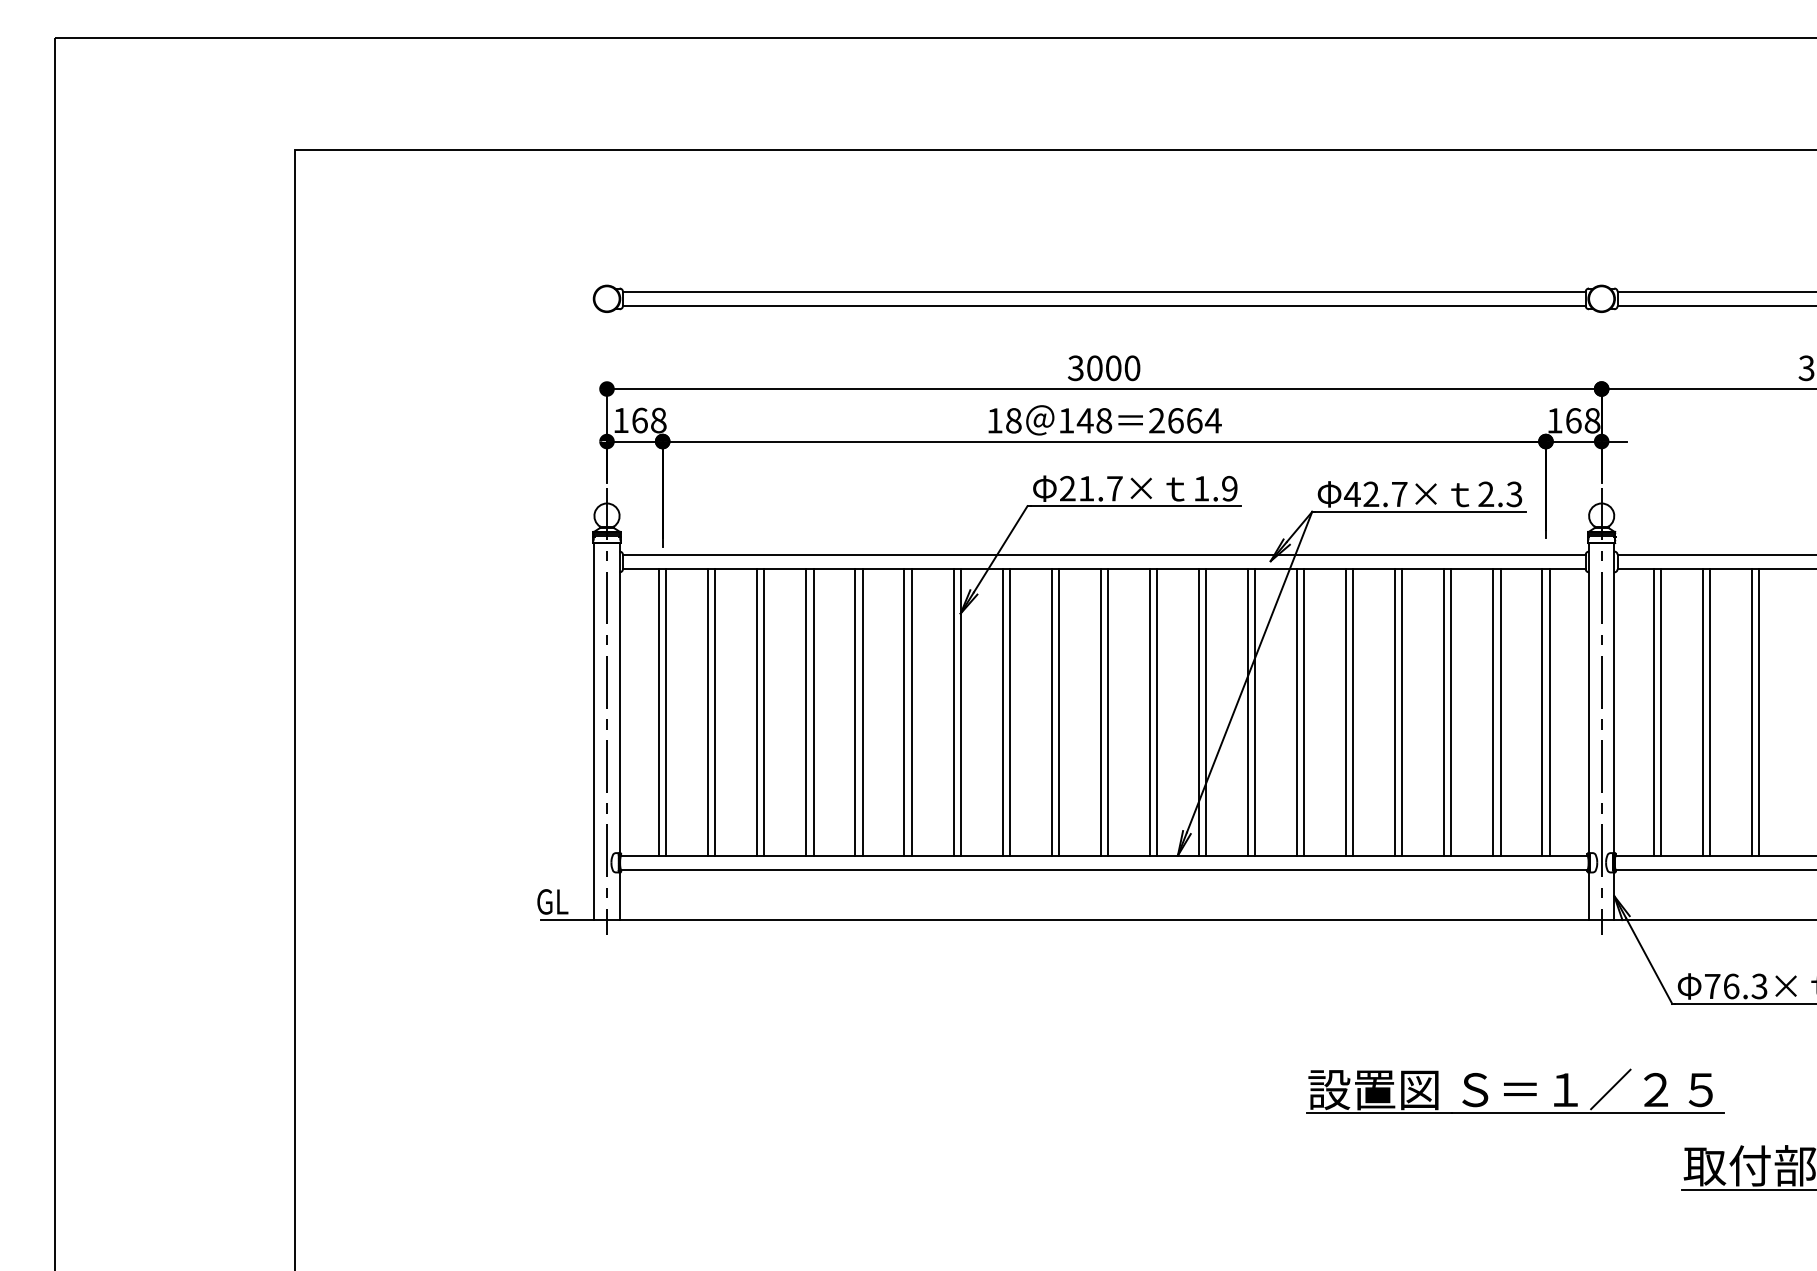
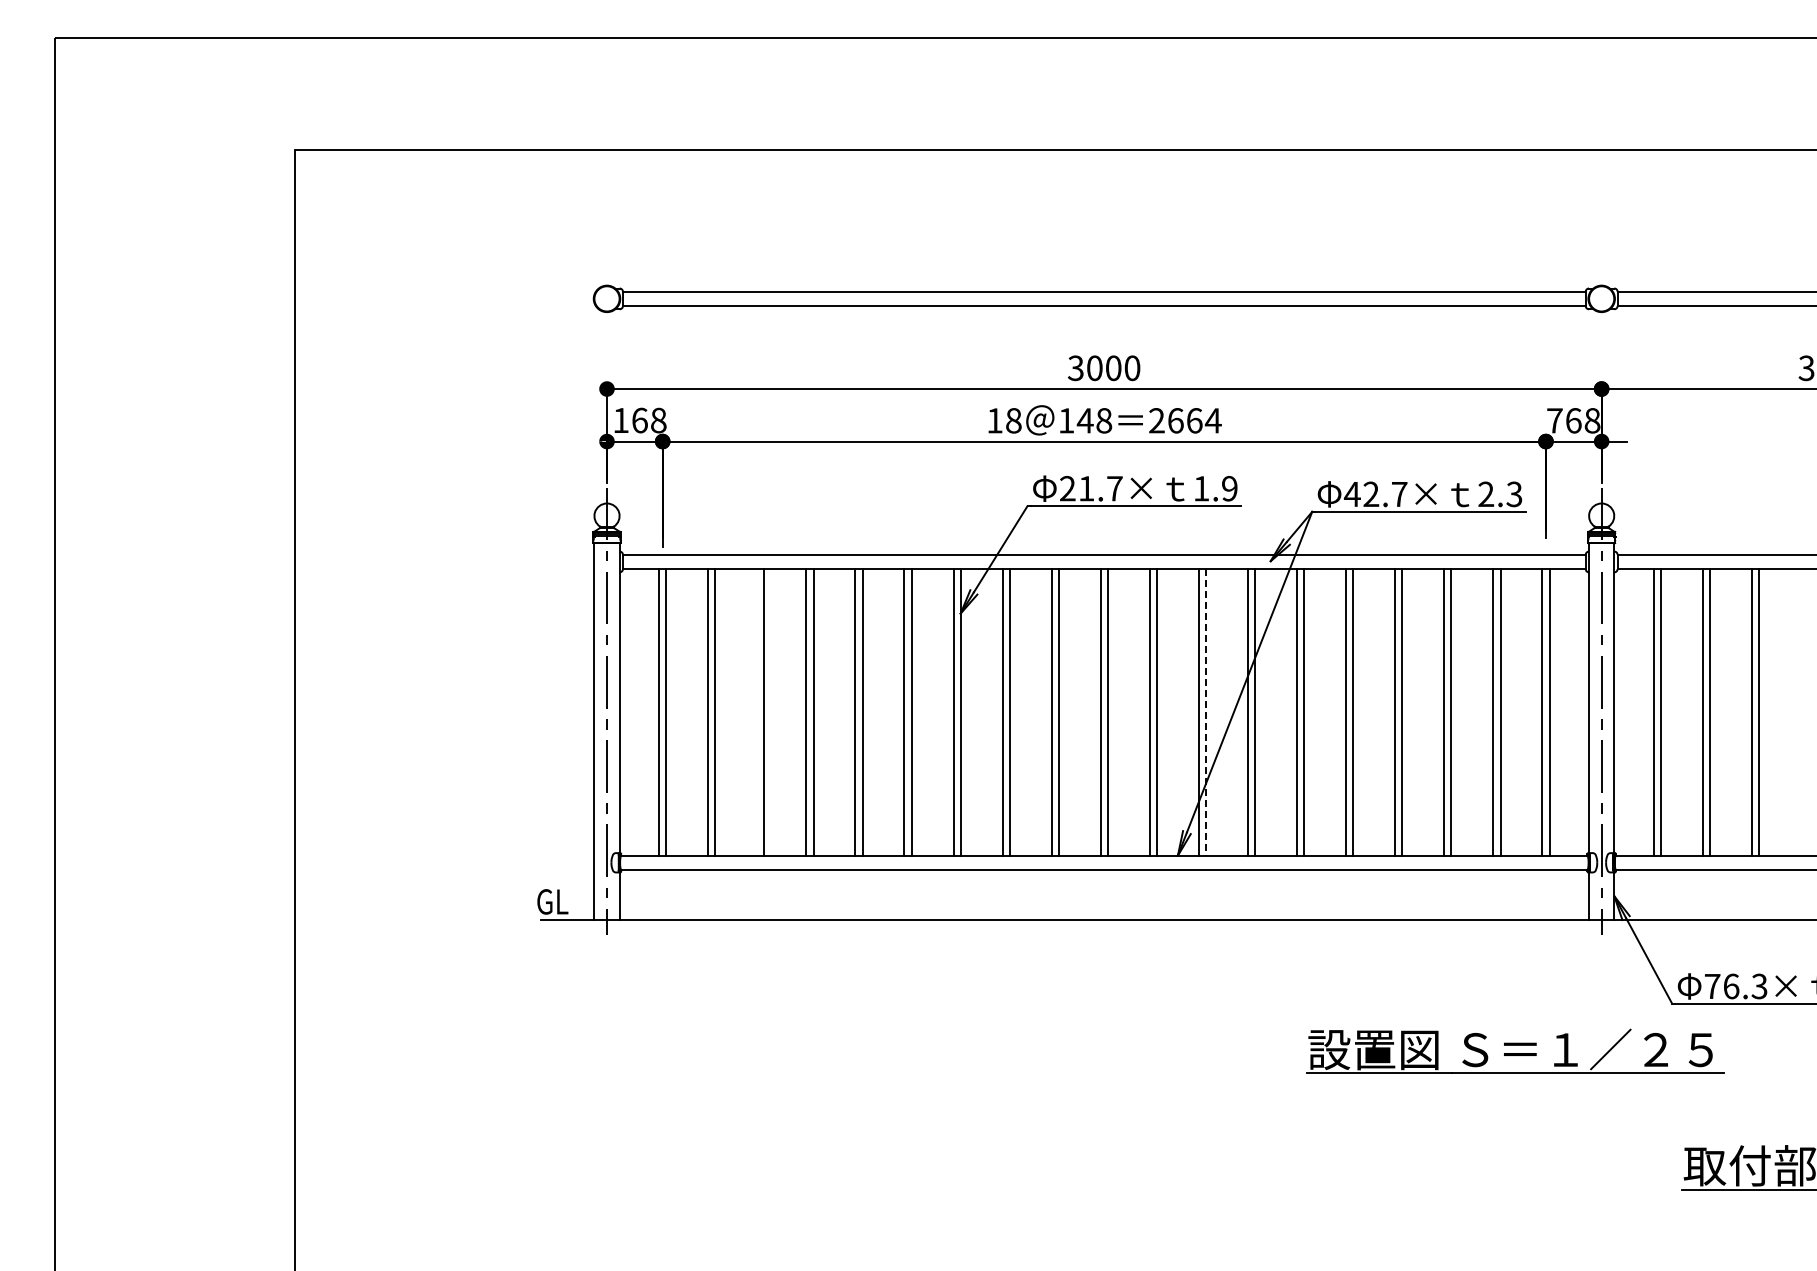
text at (1554, 420): 168 -> 768
line at (757, 712): present -> none
line at (1206, 712): solid -> dashed
part at (1515, 1090) position: (1515, 1090) -> (1515, 1050)
